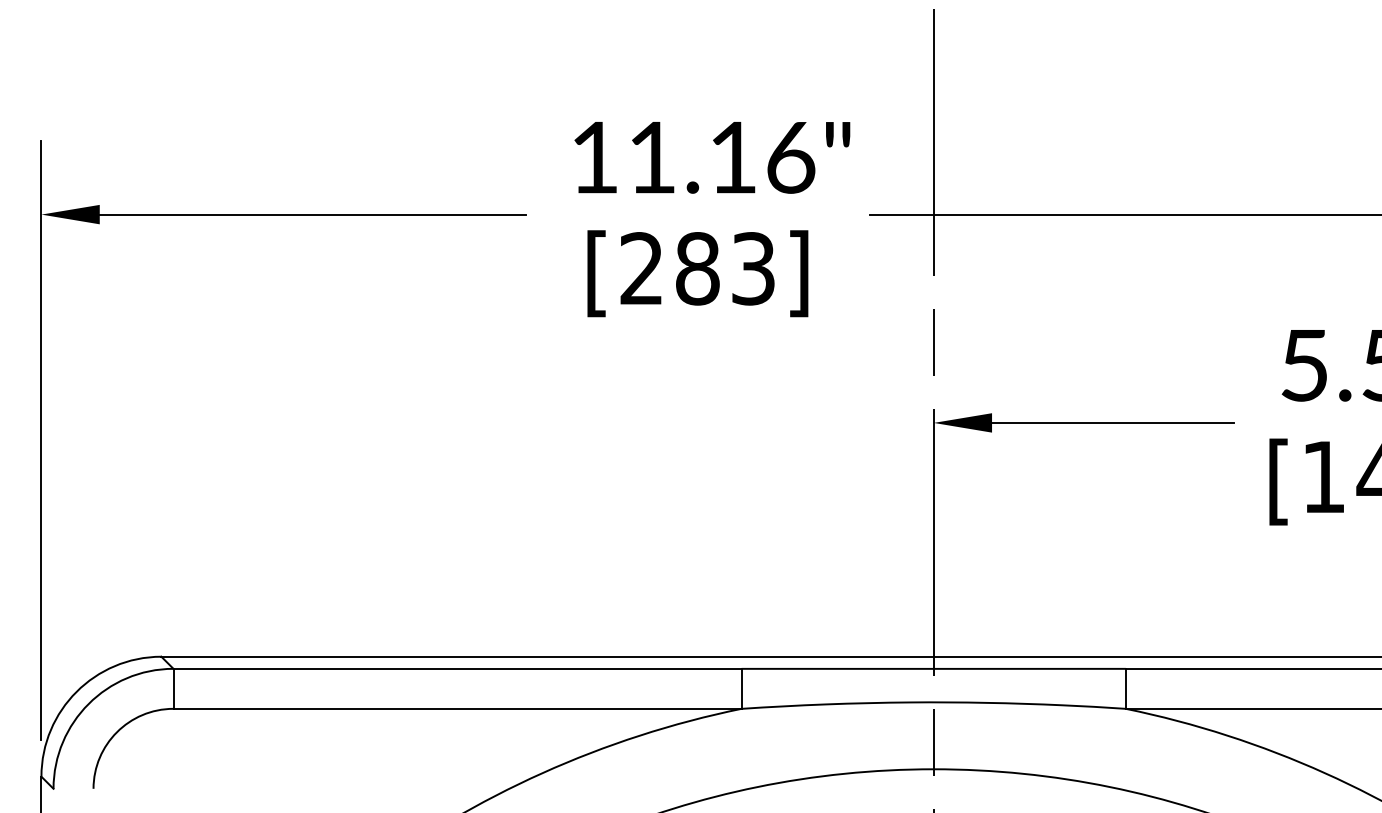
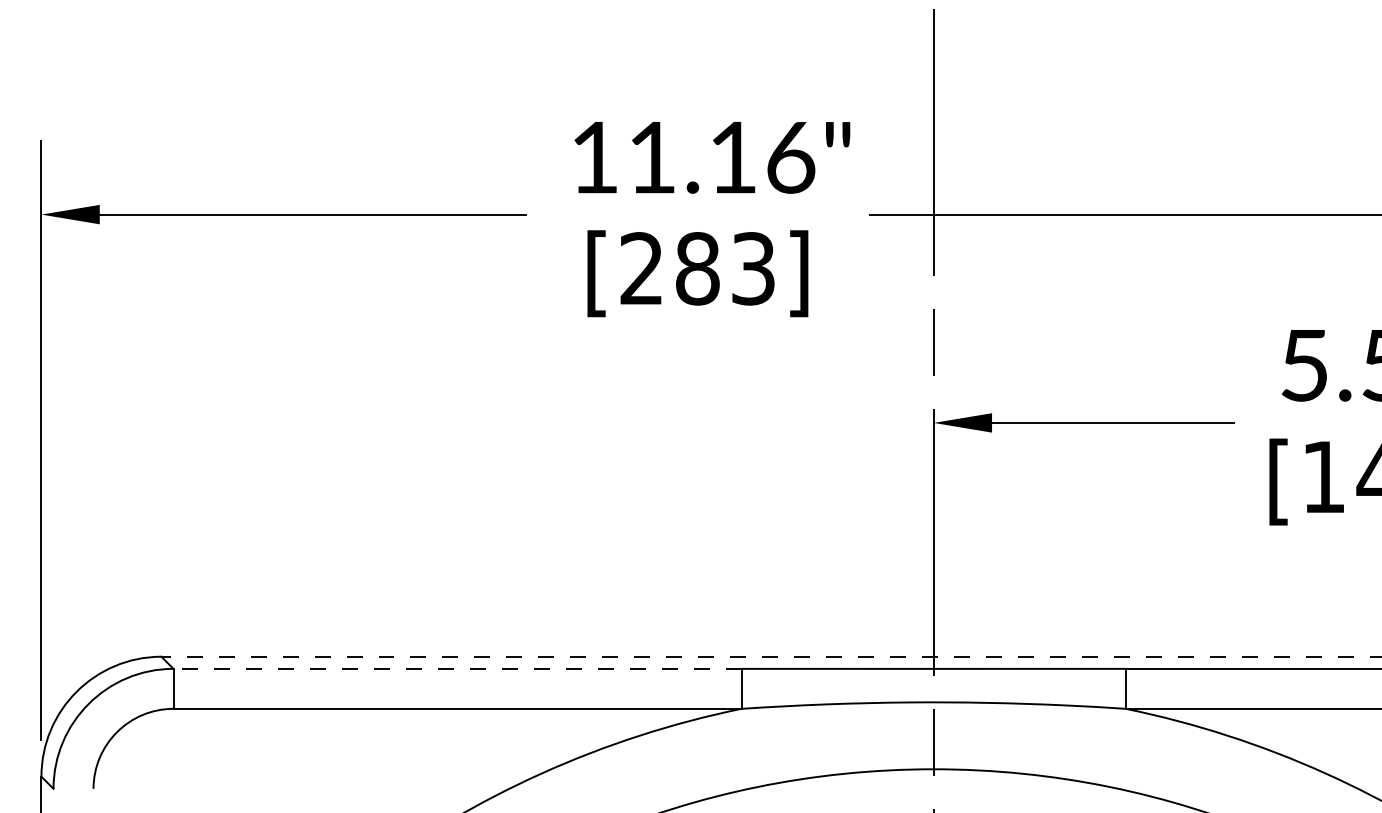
line at (771, 656): solid -> dashed
line at (457, 668): solid -> dashed
